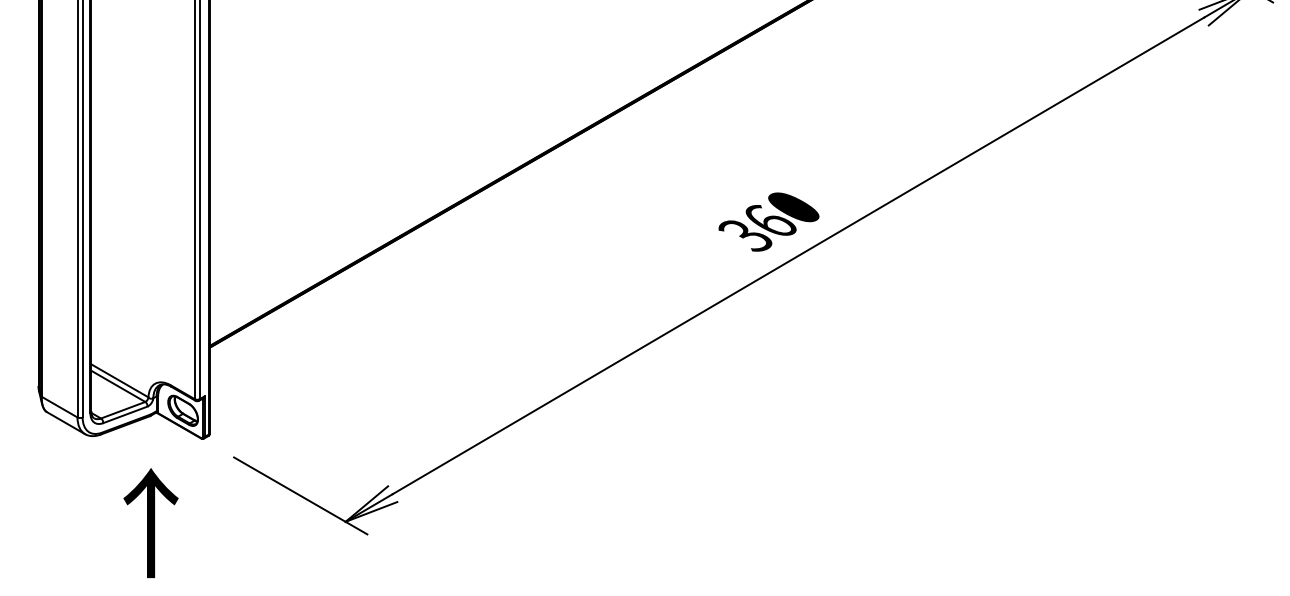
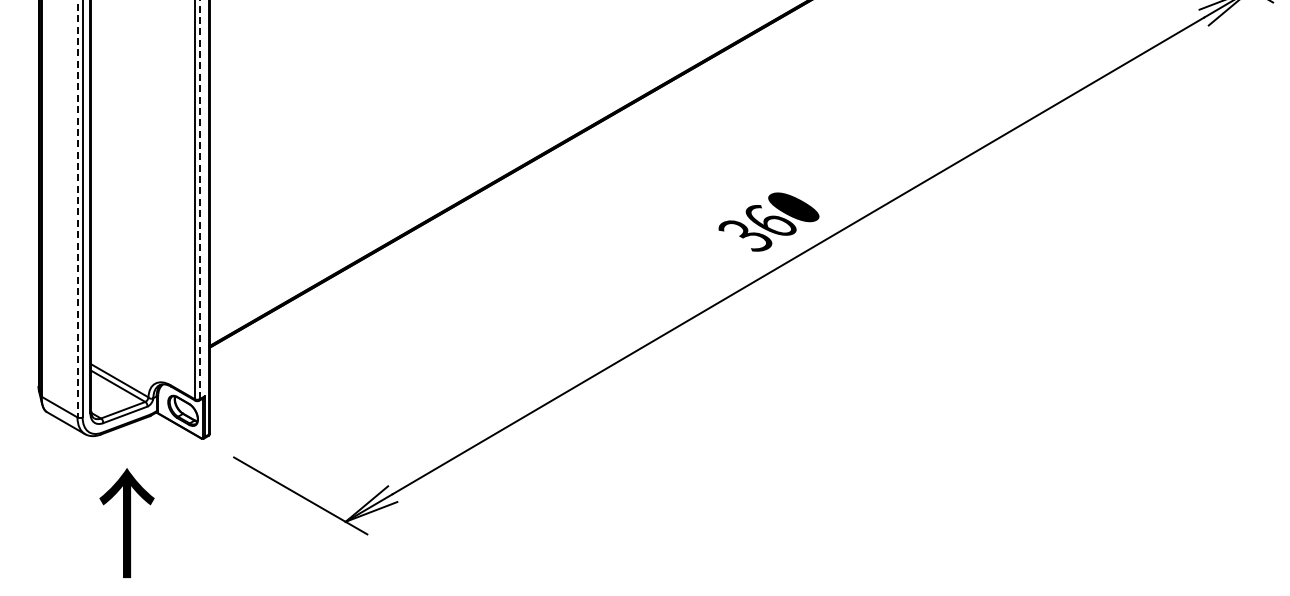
line at (199, 199): solid -> dashed
line at (77, 209): solid -> dashed
text at (150, 522) position: (150, 522) -> (126, 522)
